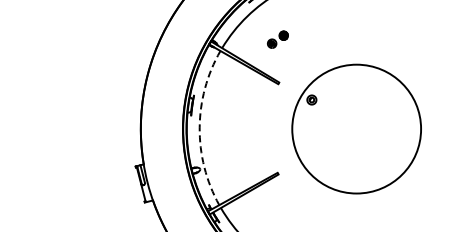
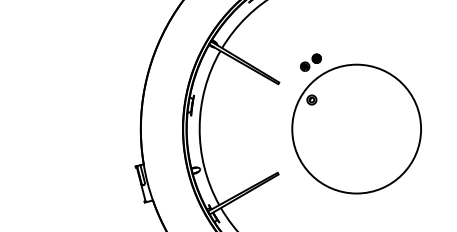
part at (277, 39) position: (277, 39) -> (310, 62)
arc at (199, 127): dashed -> solid
